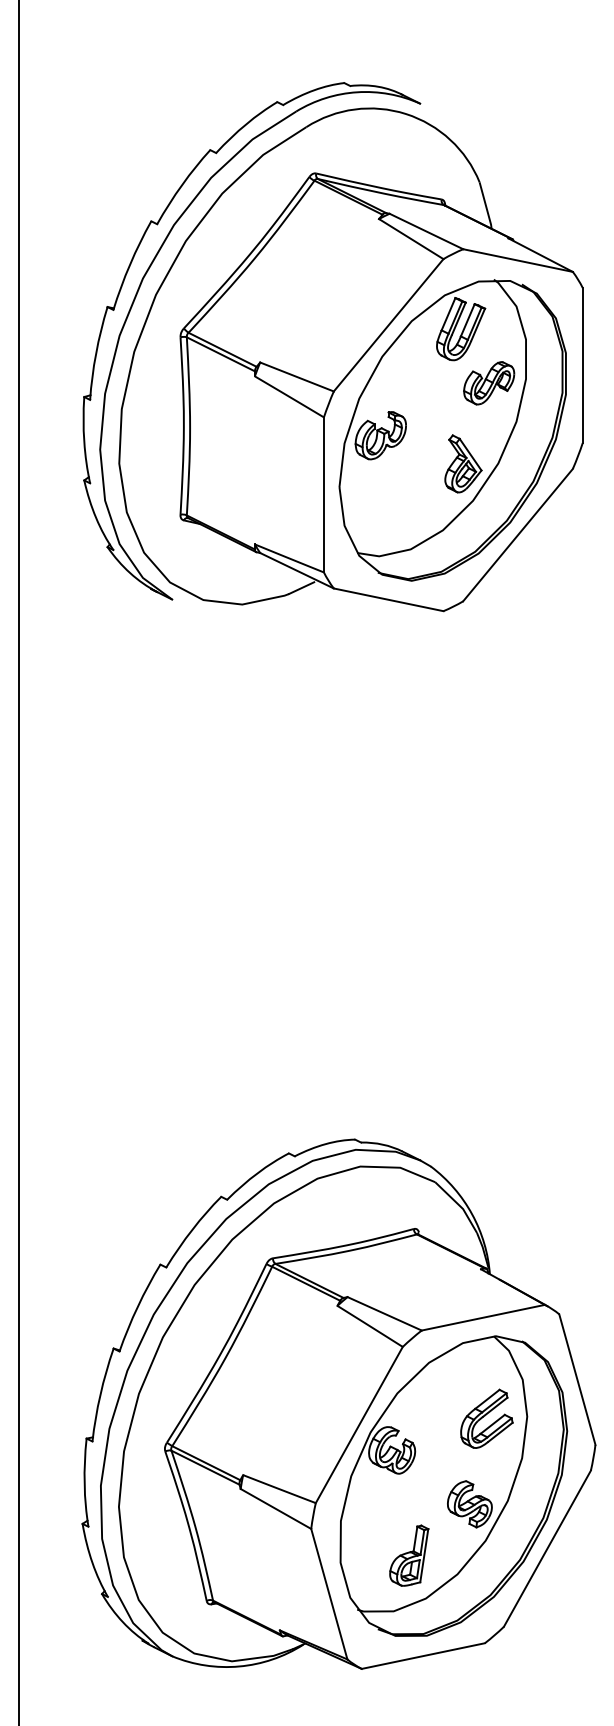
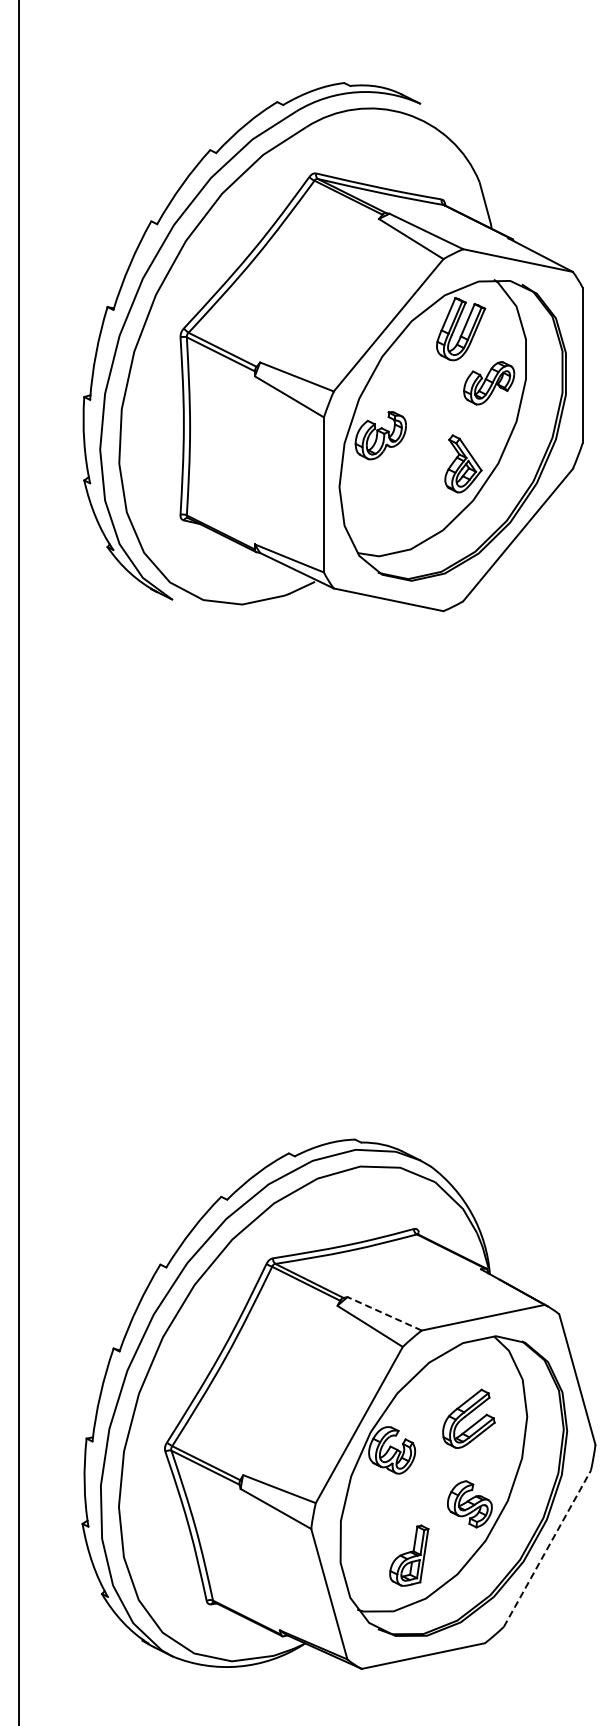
line at (384, 1313): solid -> dashed
part at (486, 1418) position: (486, 1418) -> (468, 1418)
line at (547, 1548): solid -> dashed
